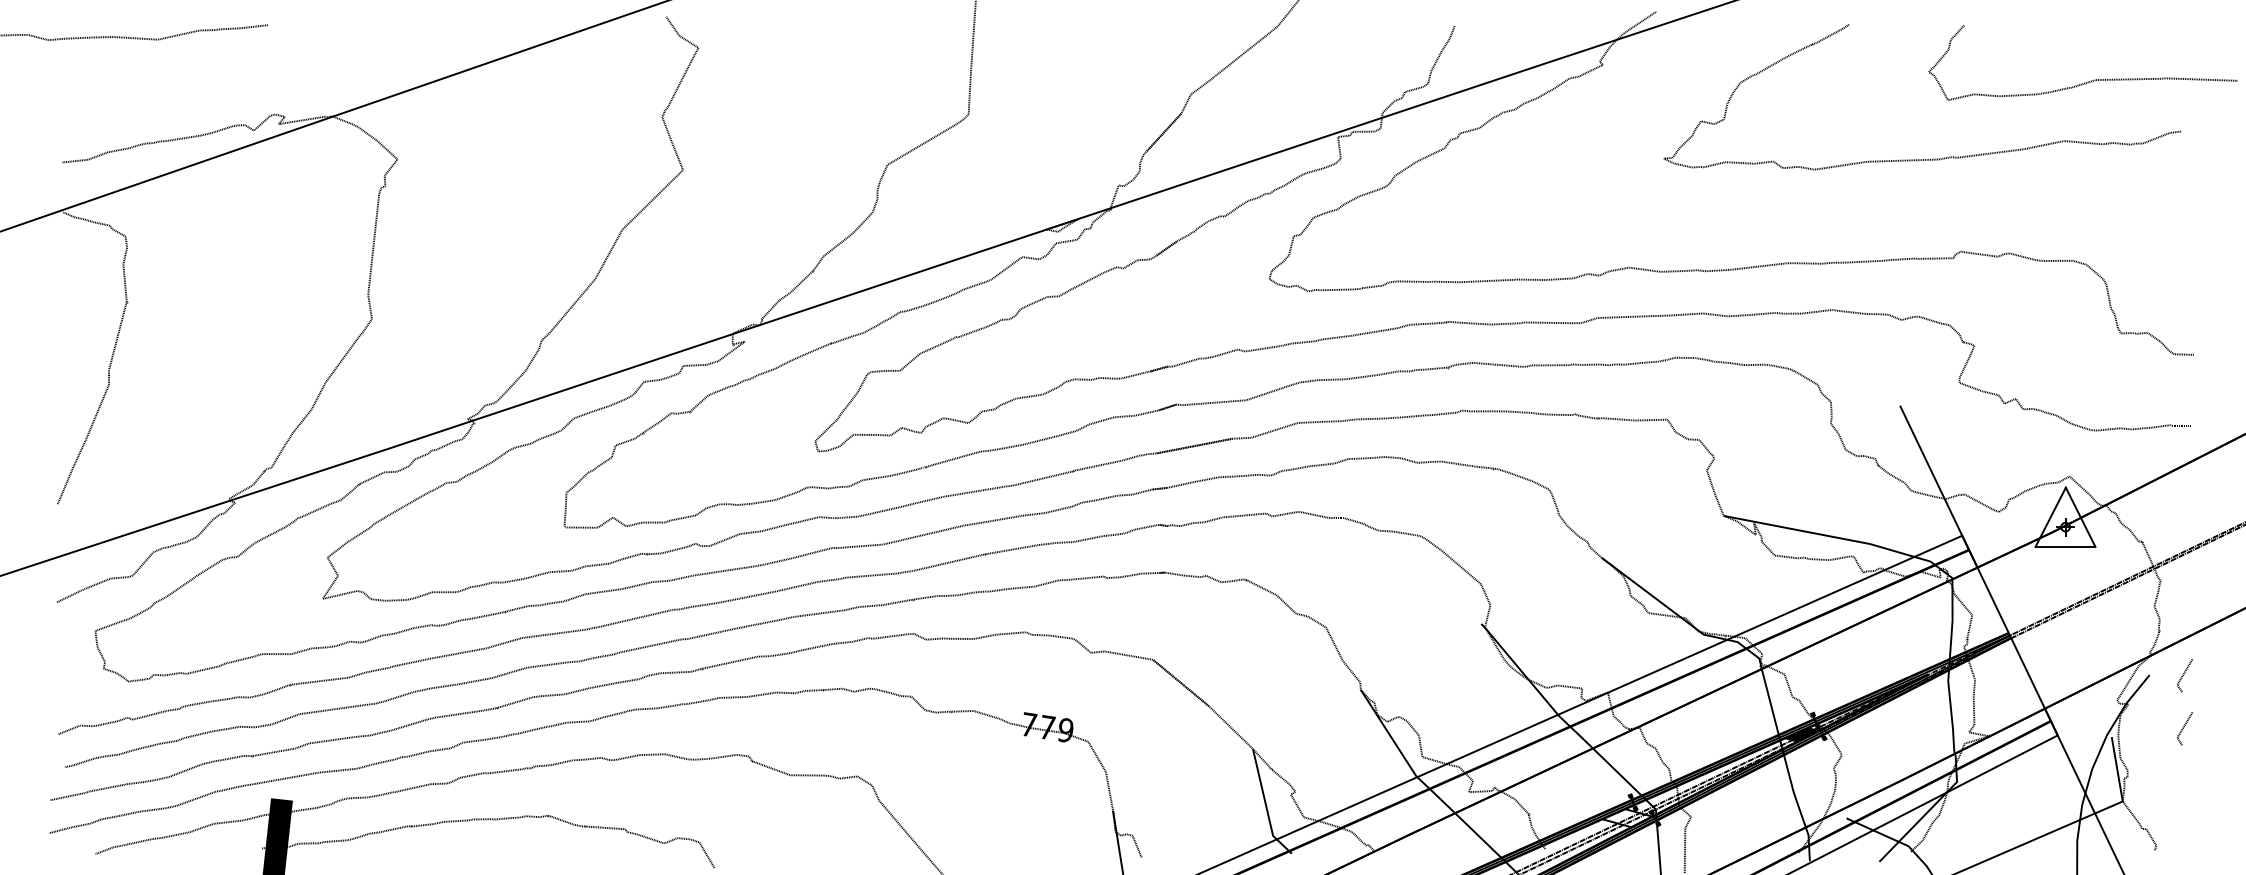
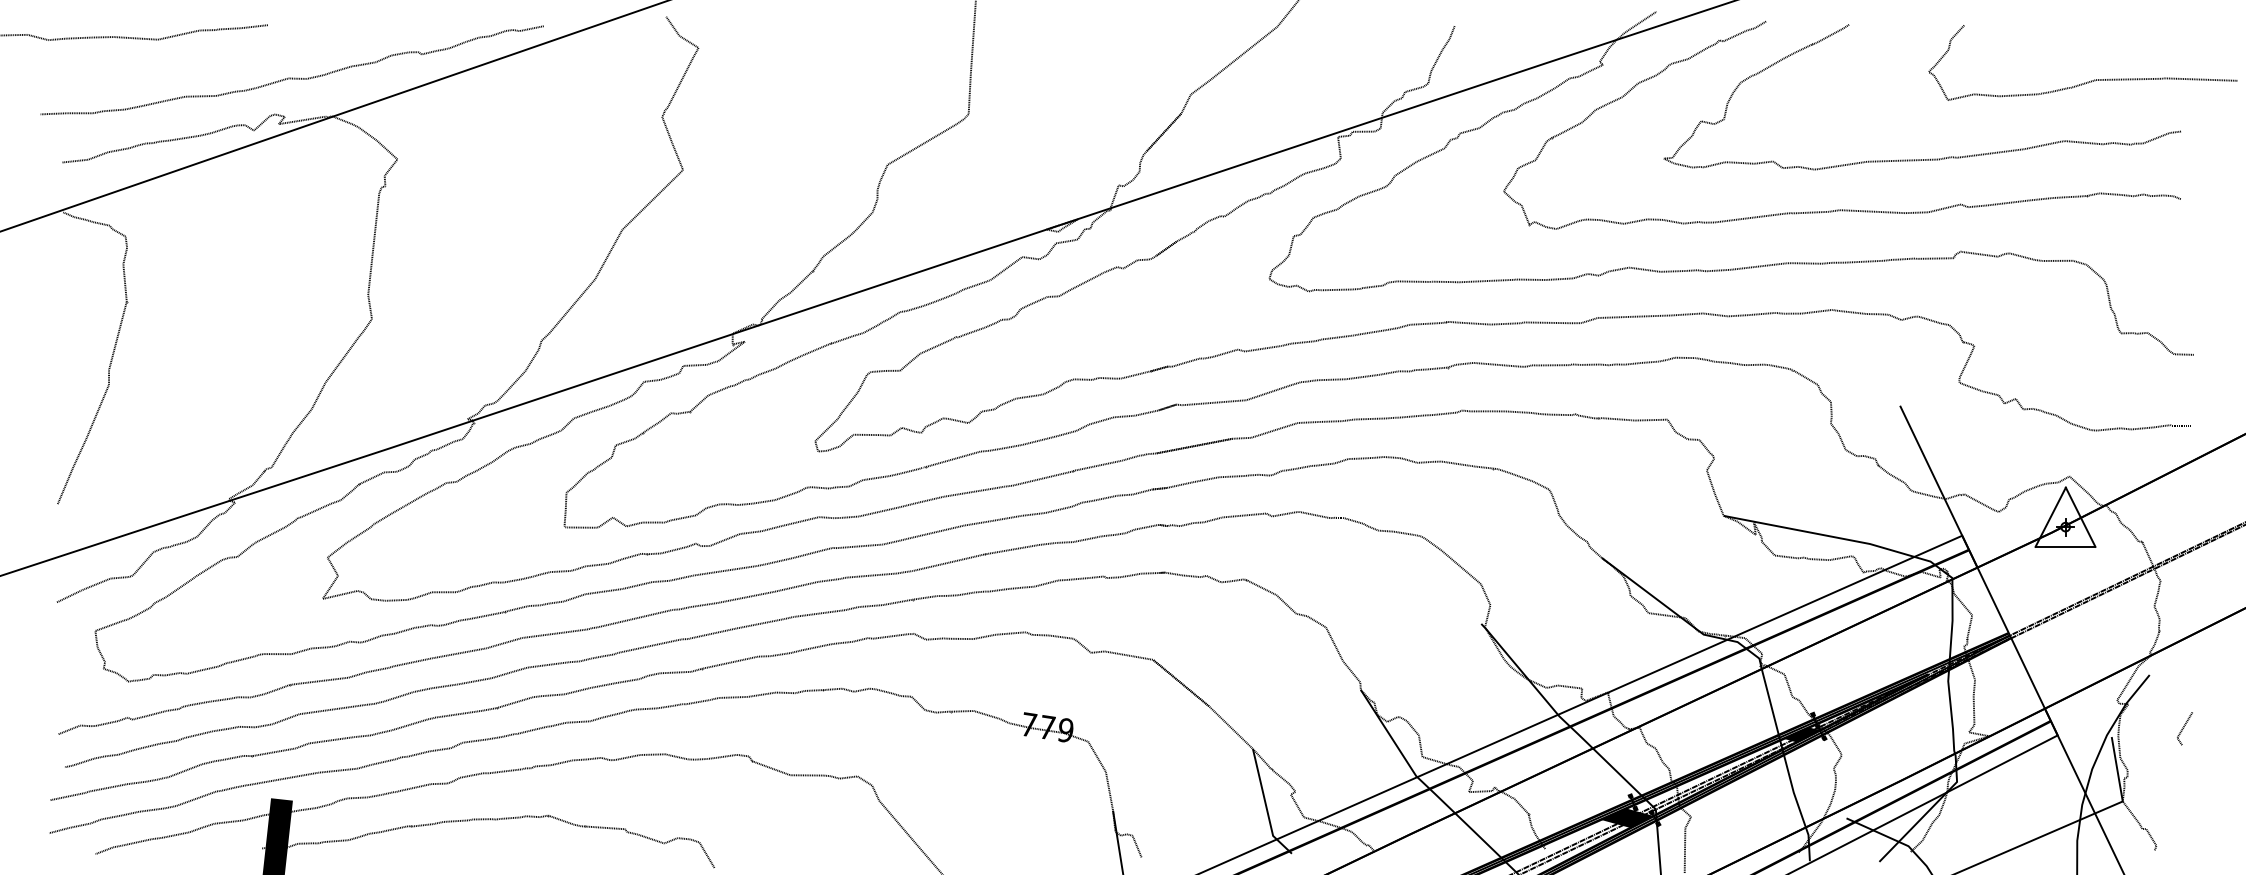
curve at (291, 77): none -> present
curve at (1841, 209): none -> present
line at (2184, 674): present -> none
fill at (1627, 818): none -> present
